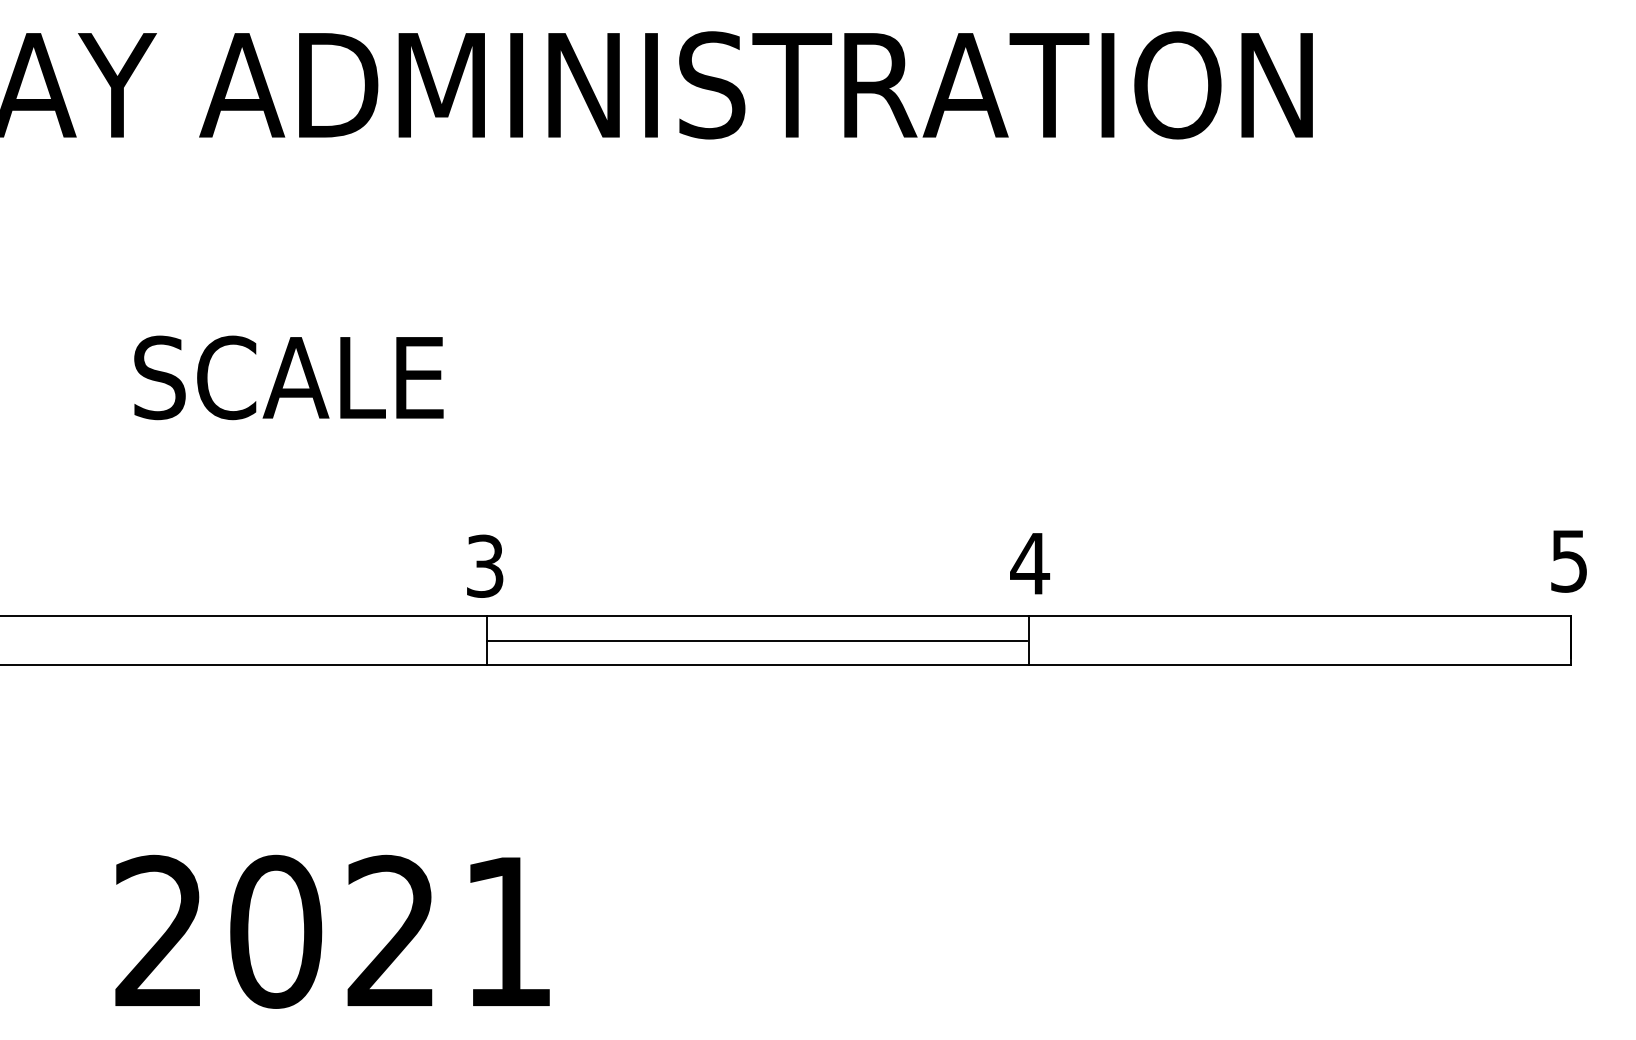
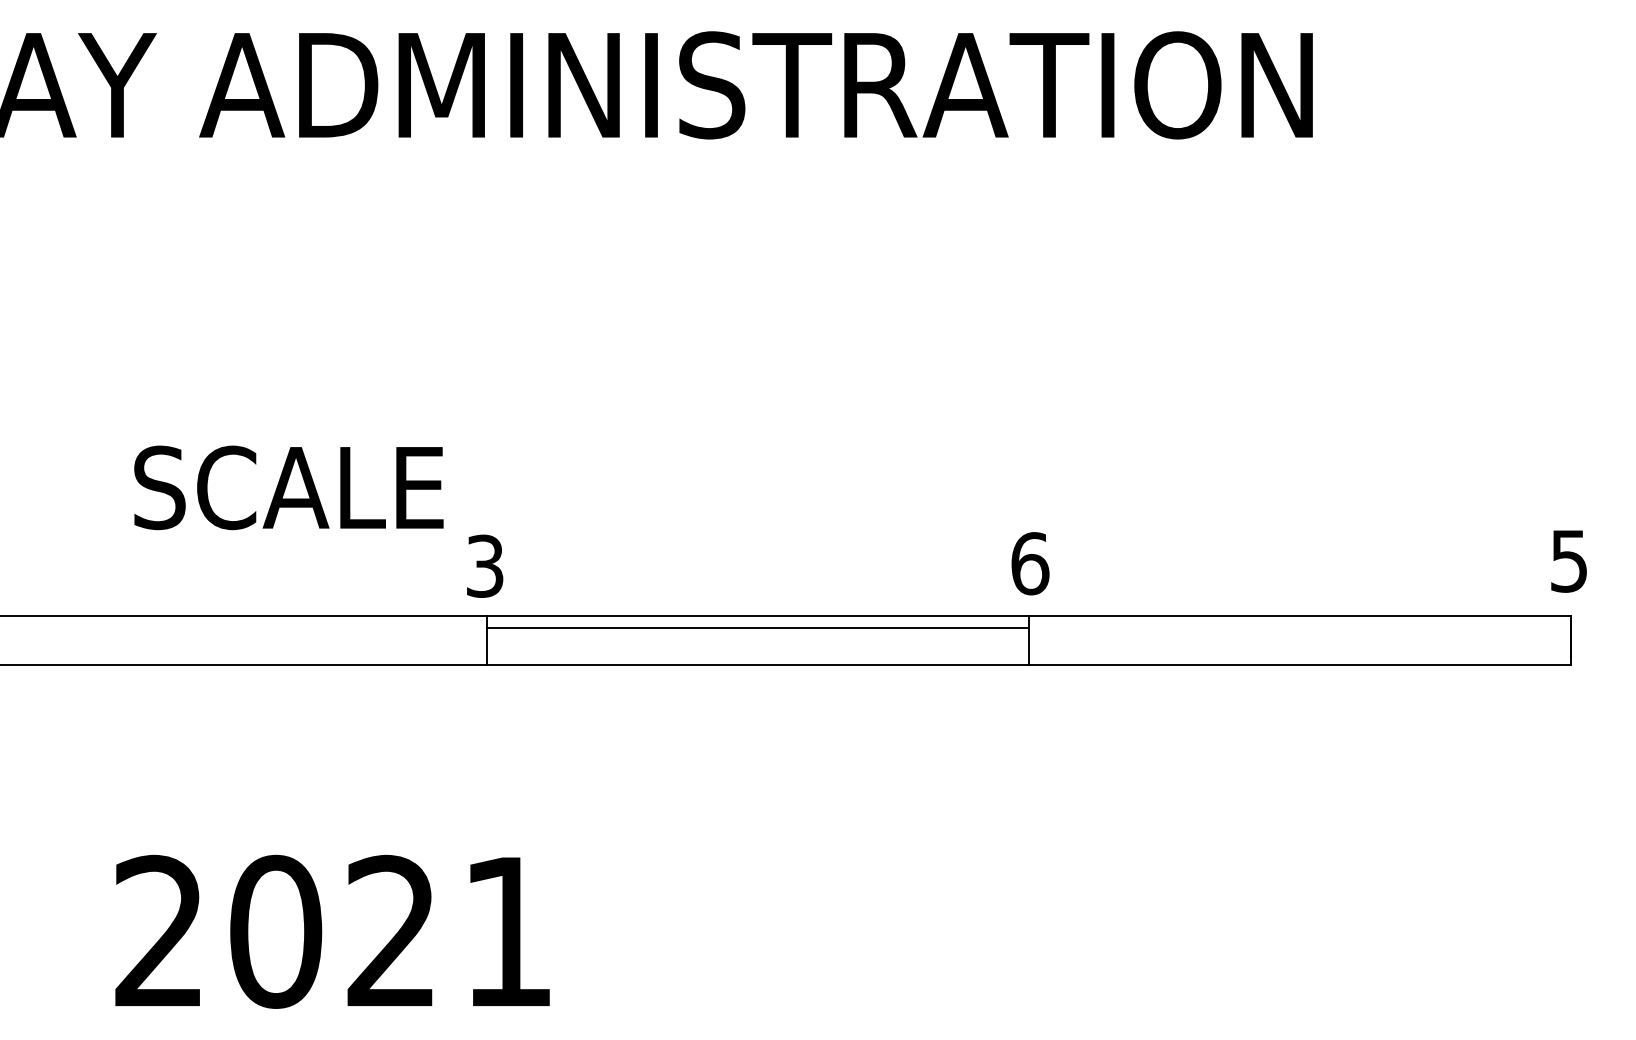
text at (288, 377) position: (288, 377) -> (288, 487)
text at (1030, 563): 4 -> 6
line at (757, 641) position: (757, 641) -> (757, 628)
